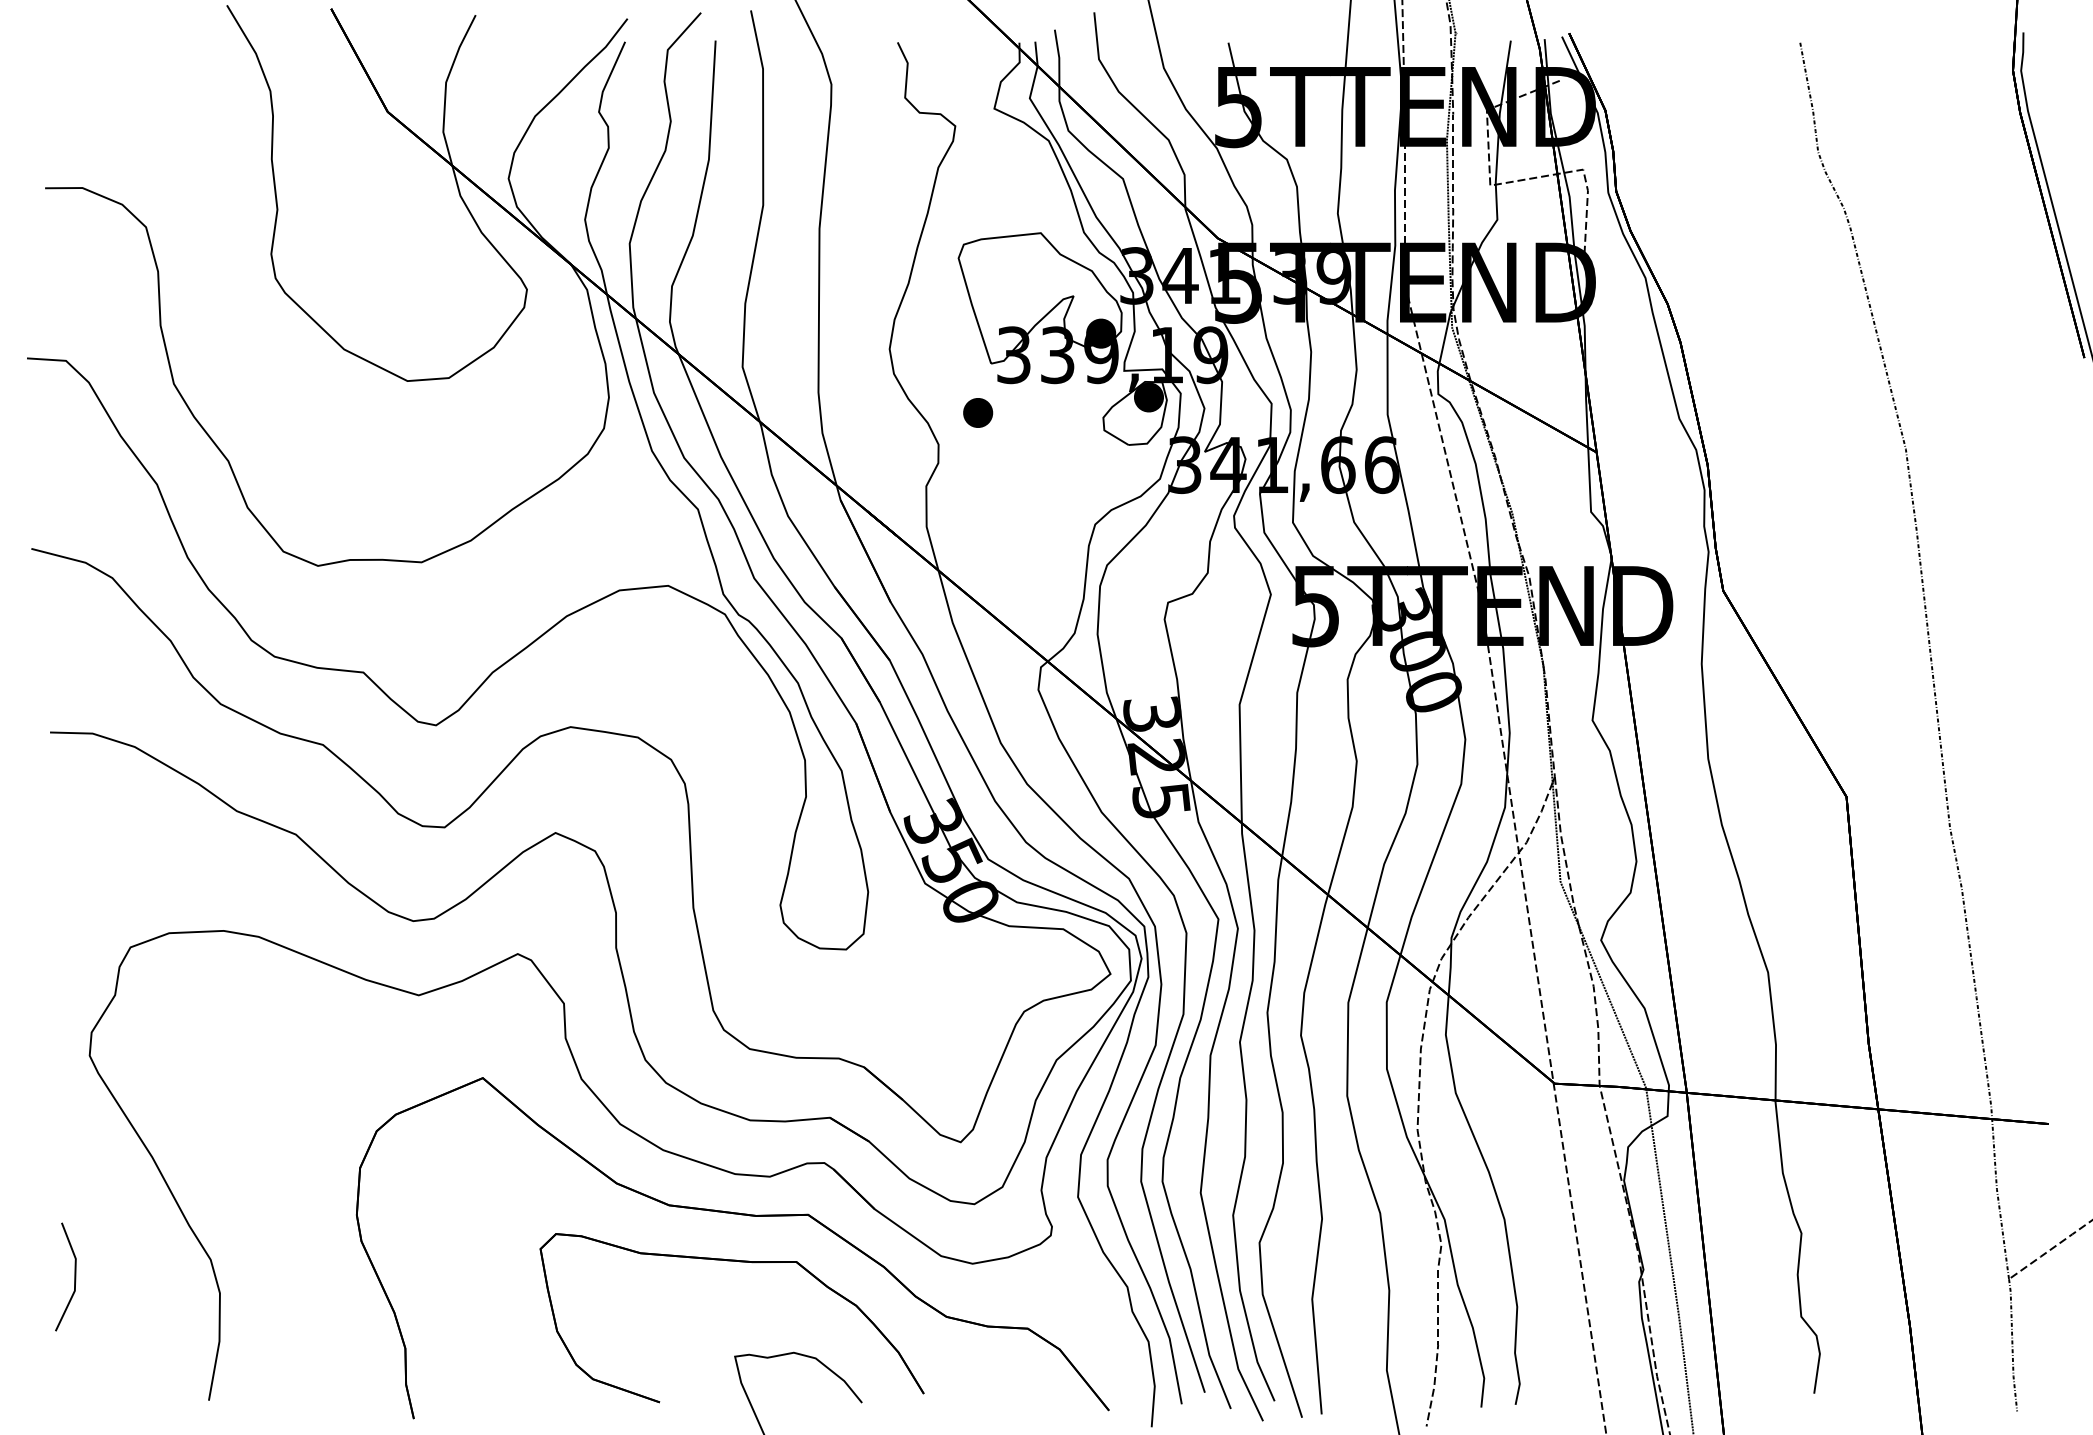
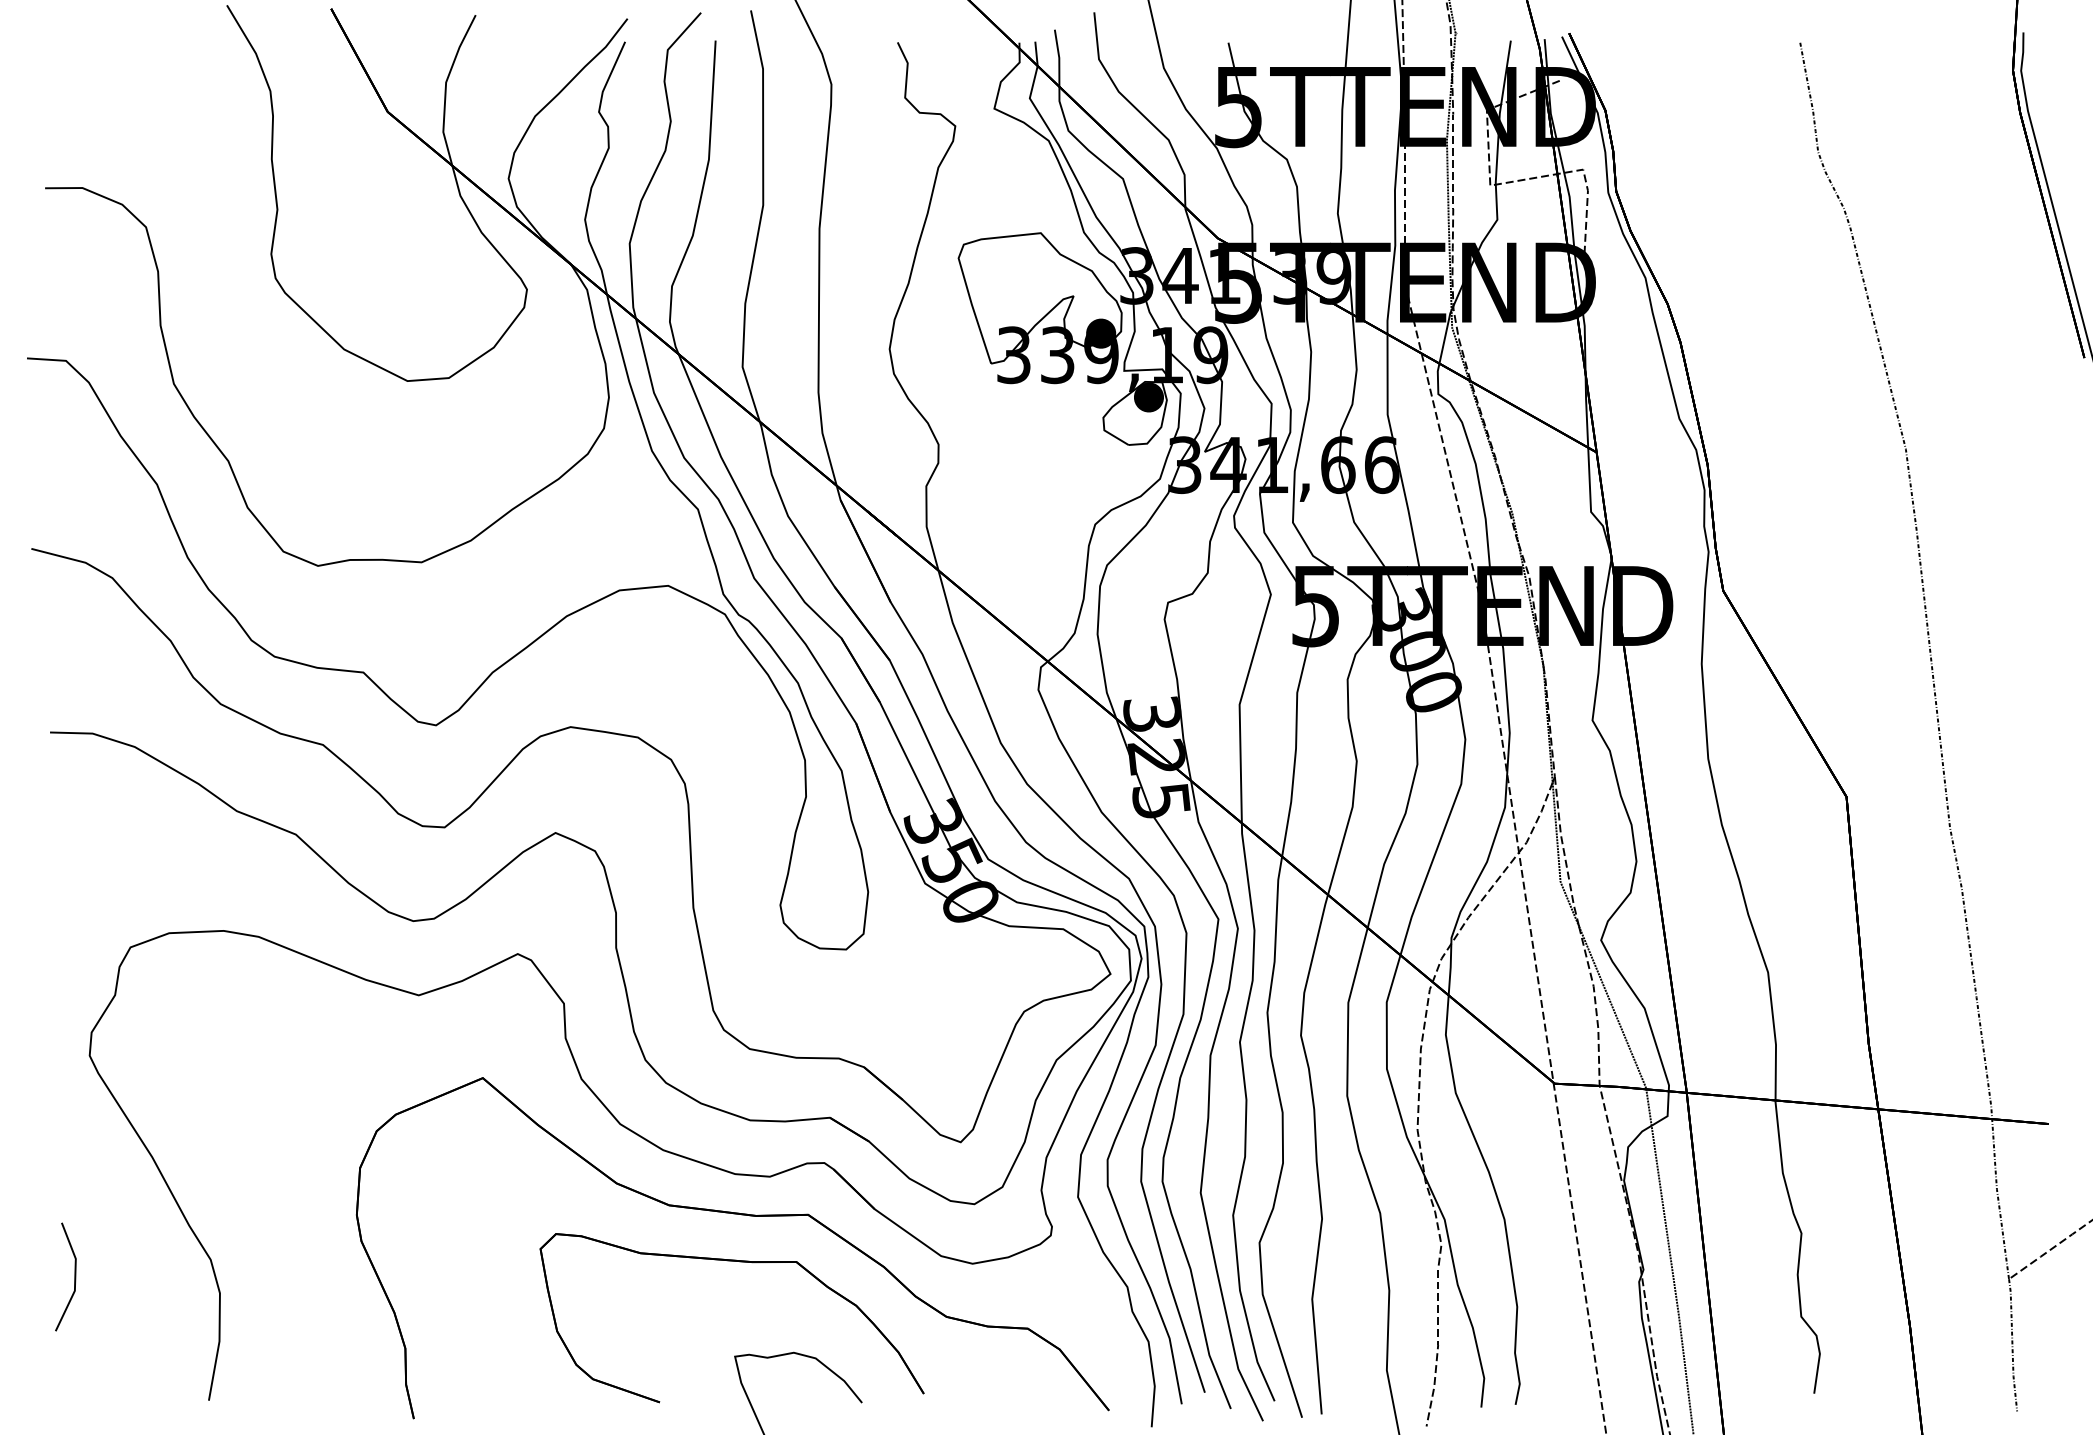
part at (978, 412): present -> none
